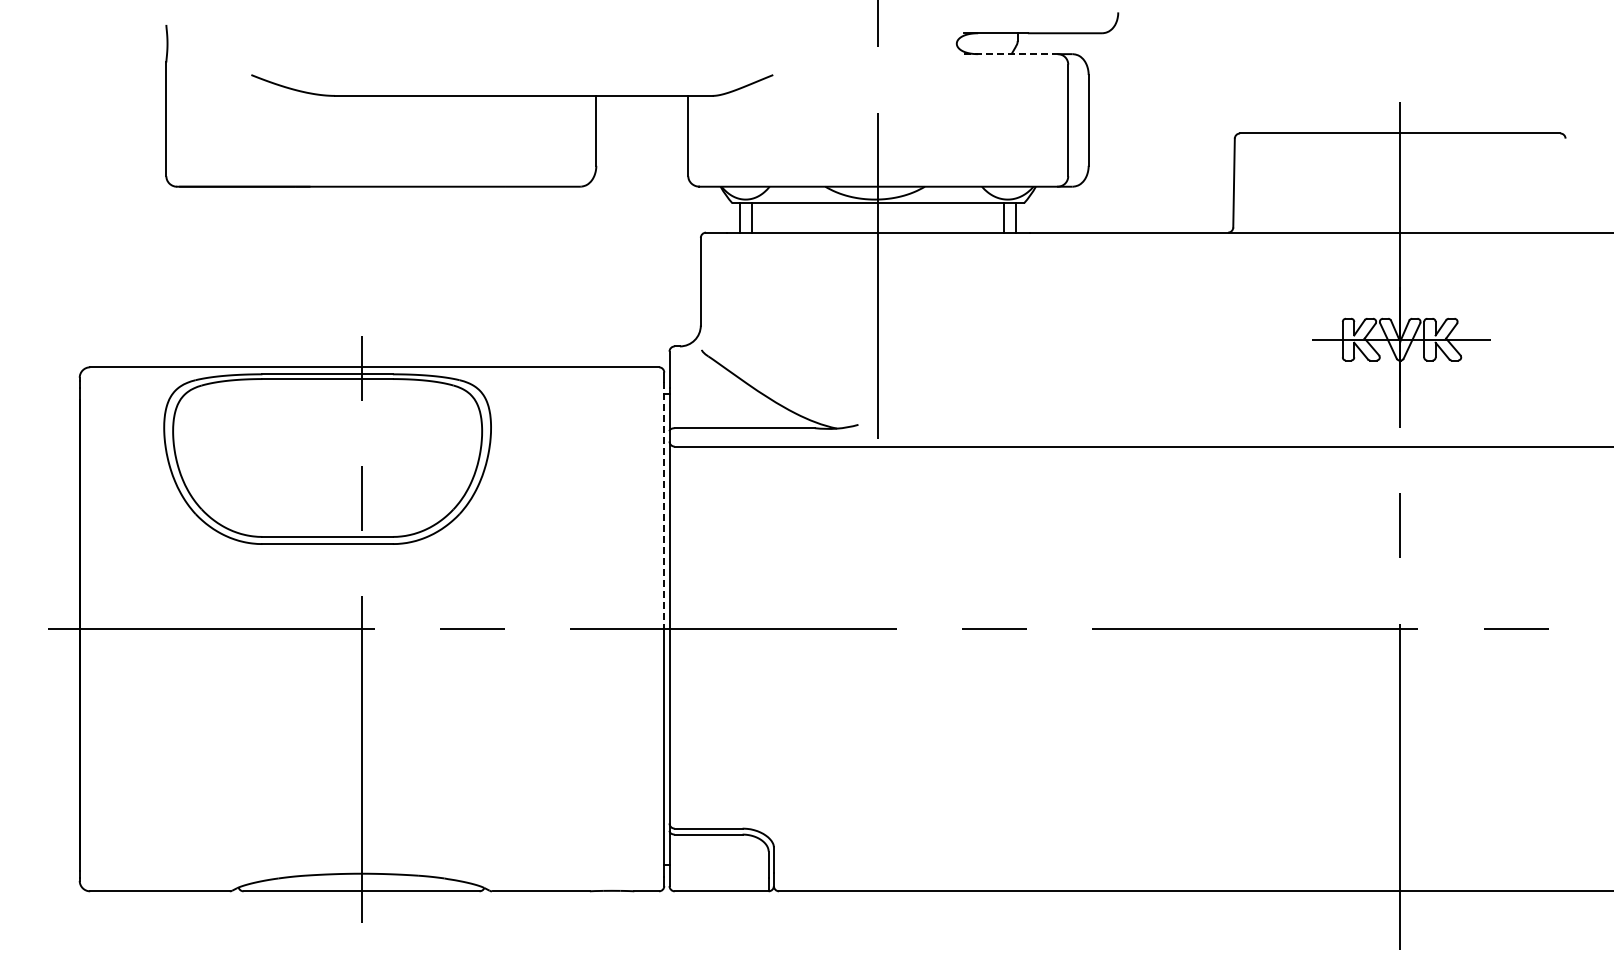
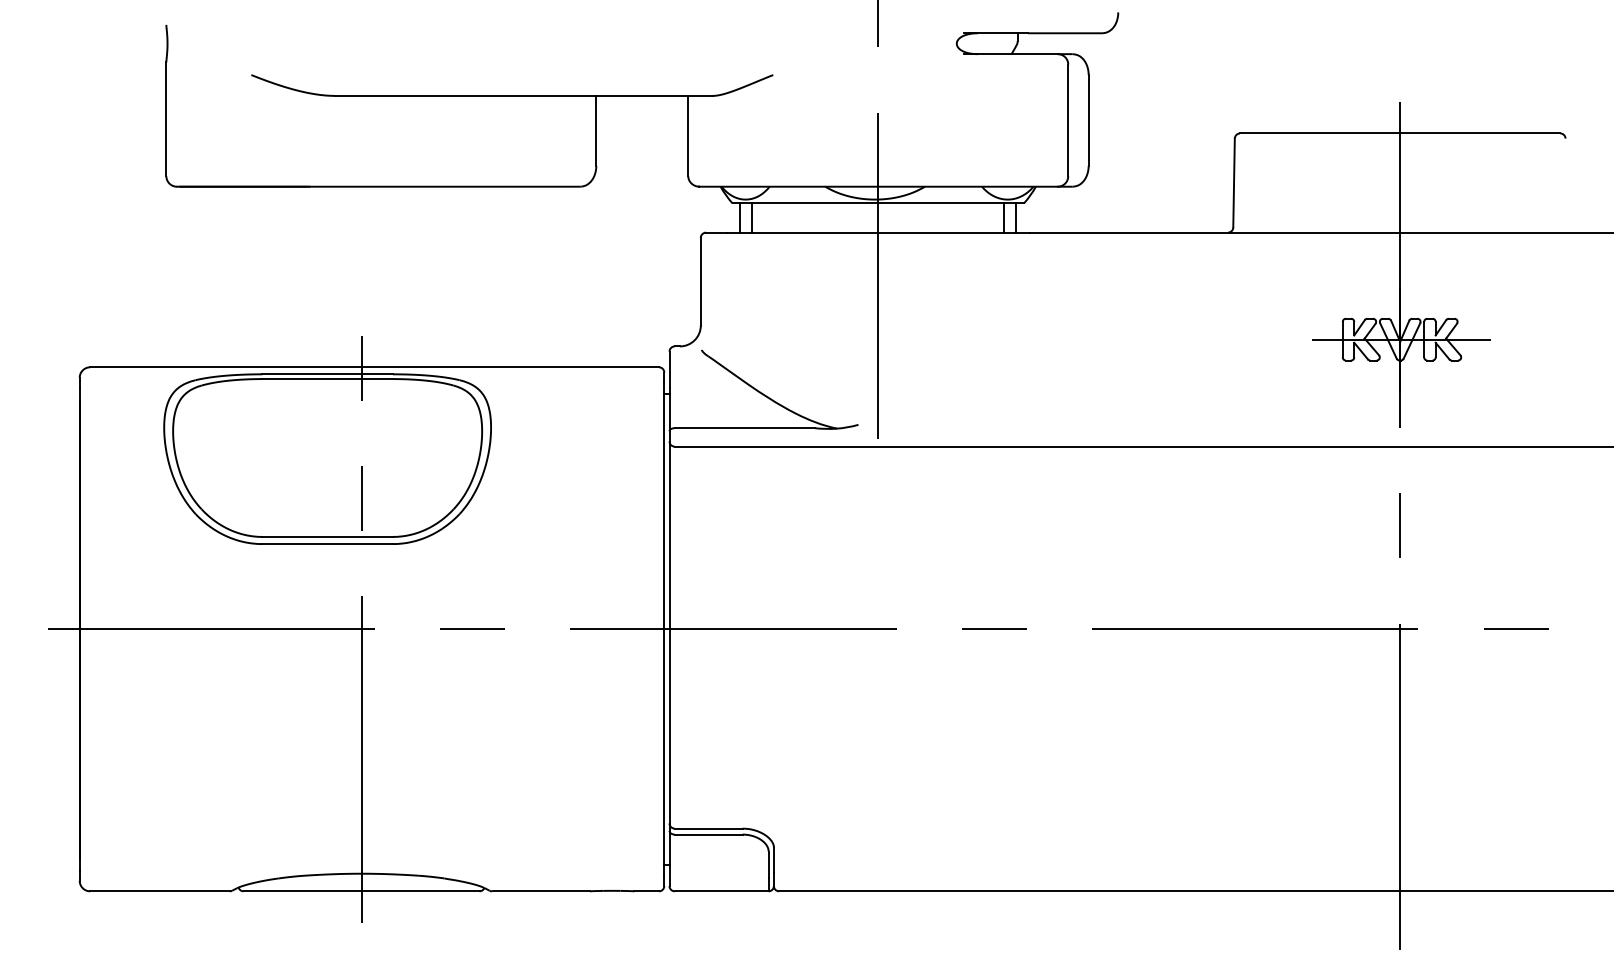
line at (1010, 54): dashed -> solid
line at (664, 505): dashed -> solid
